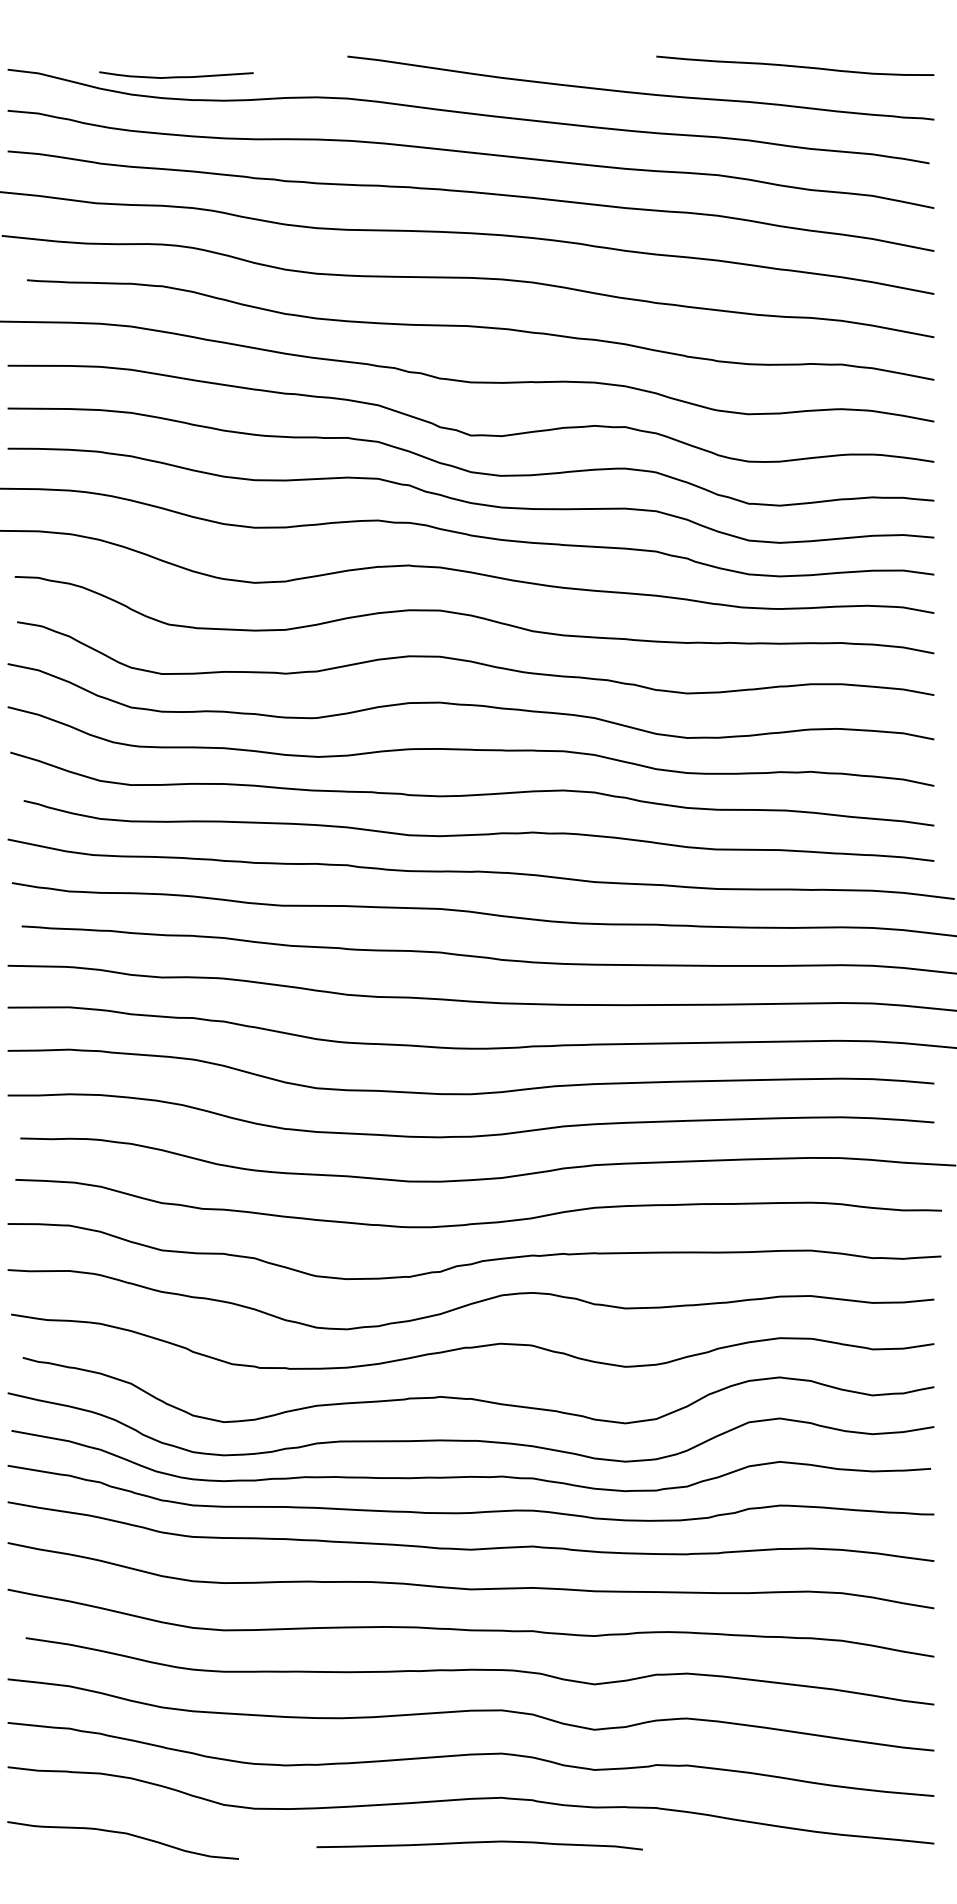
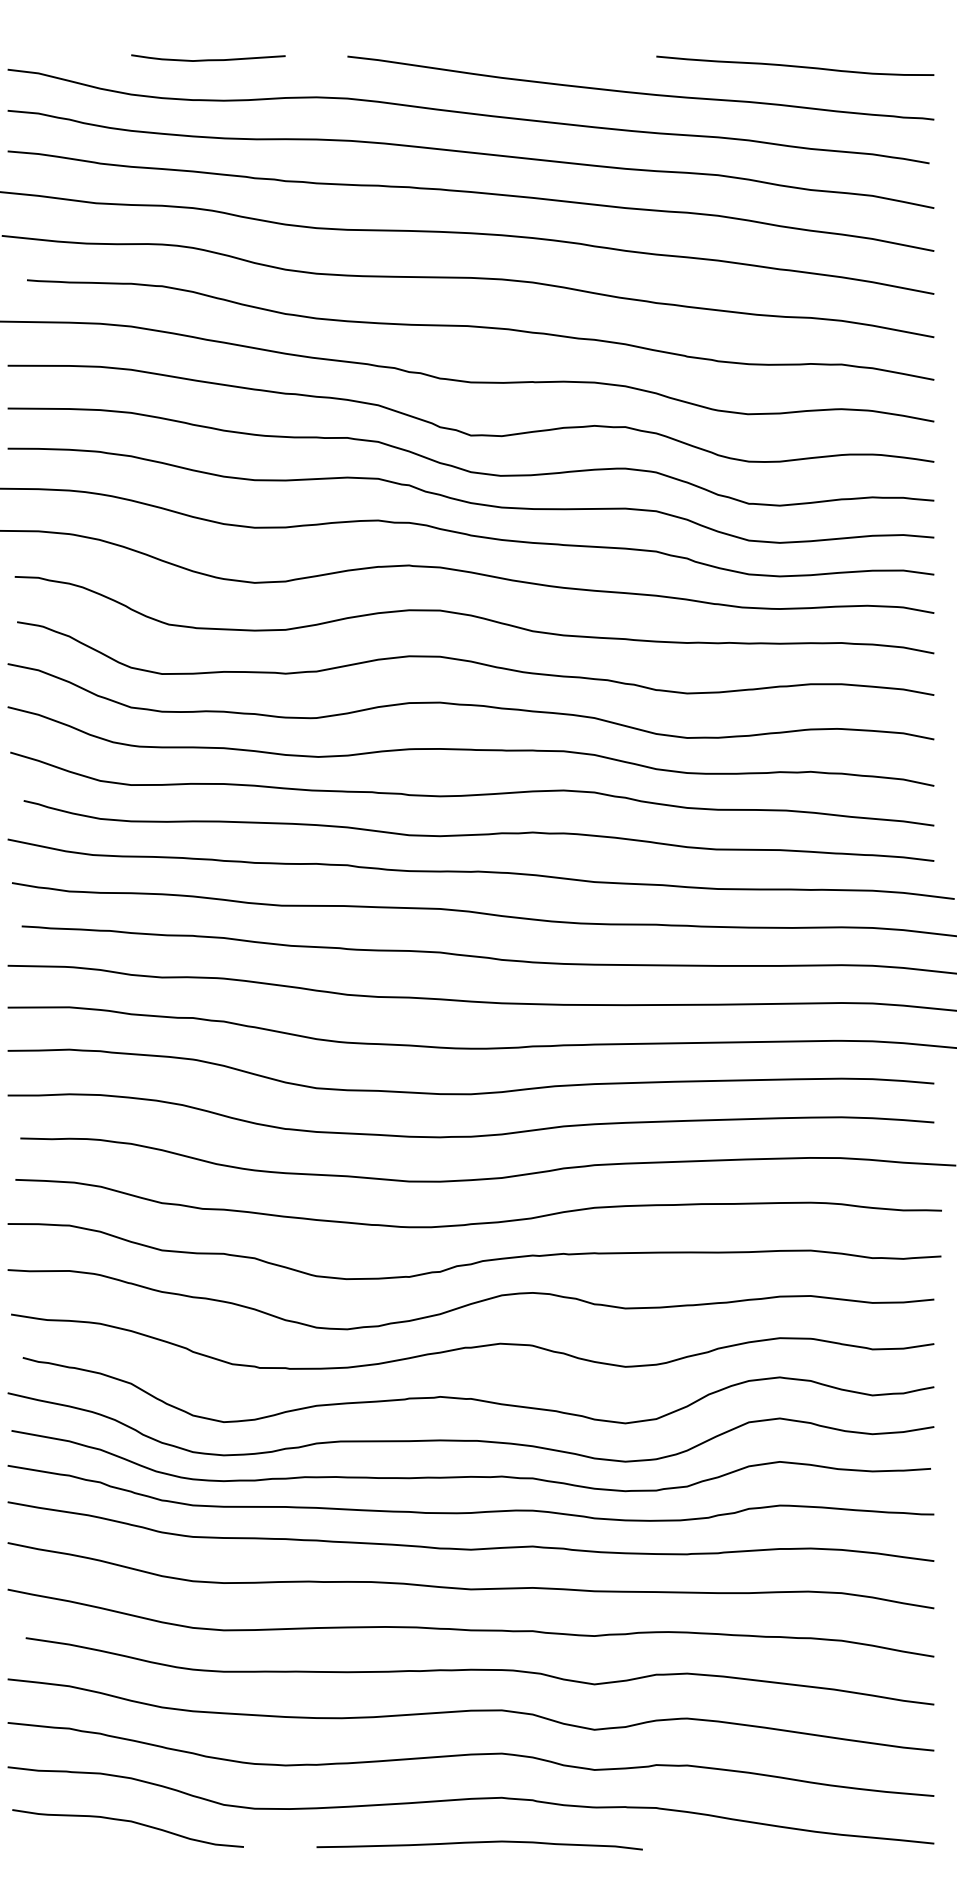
curve at (176, 76) position: (176, 76) -> (208, 59)
curve at (124, 1834) position: (124, 1834) -> (129, 1822)
